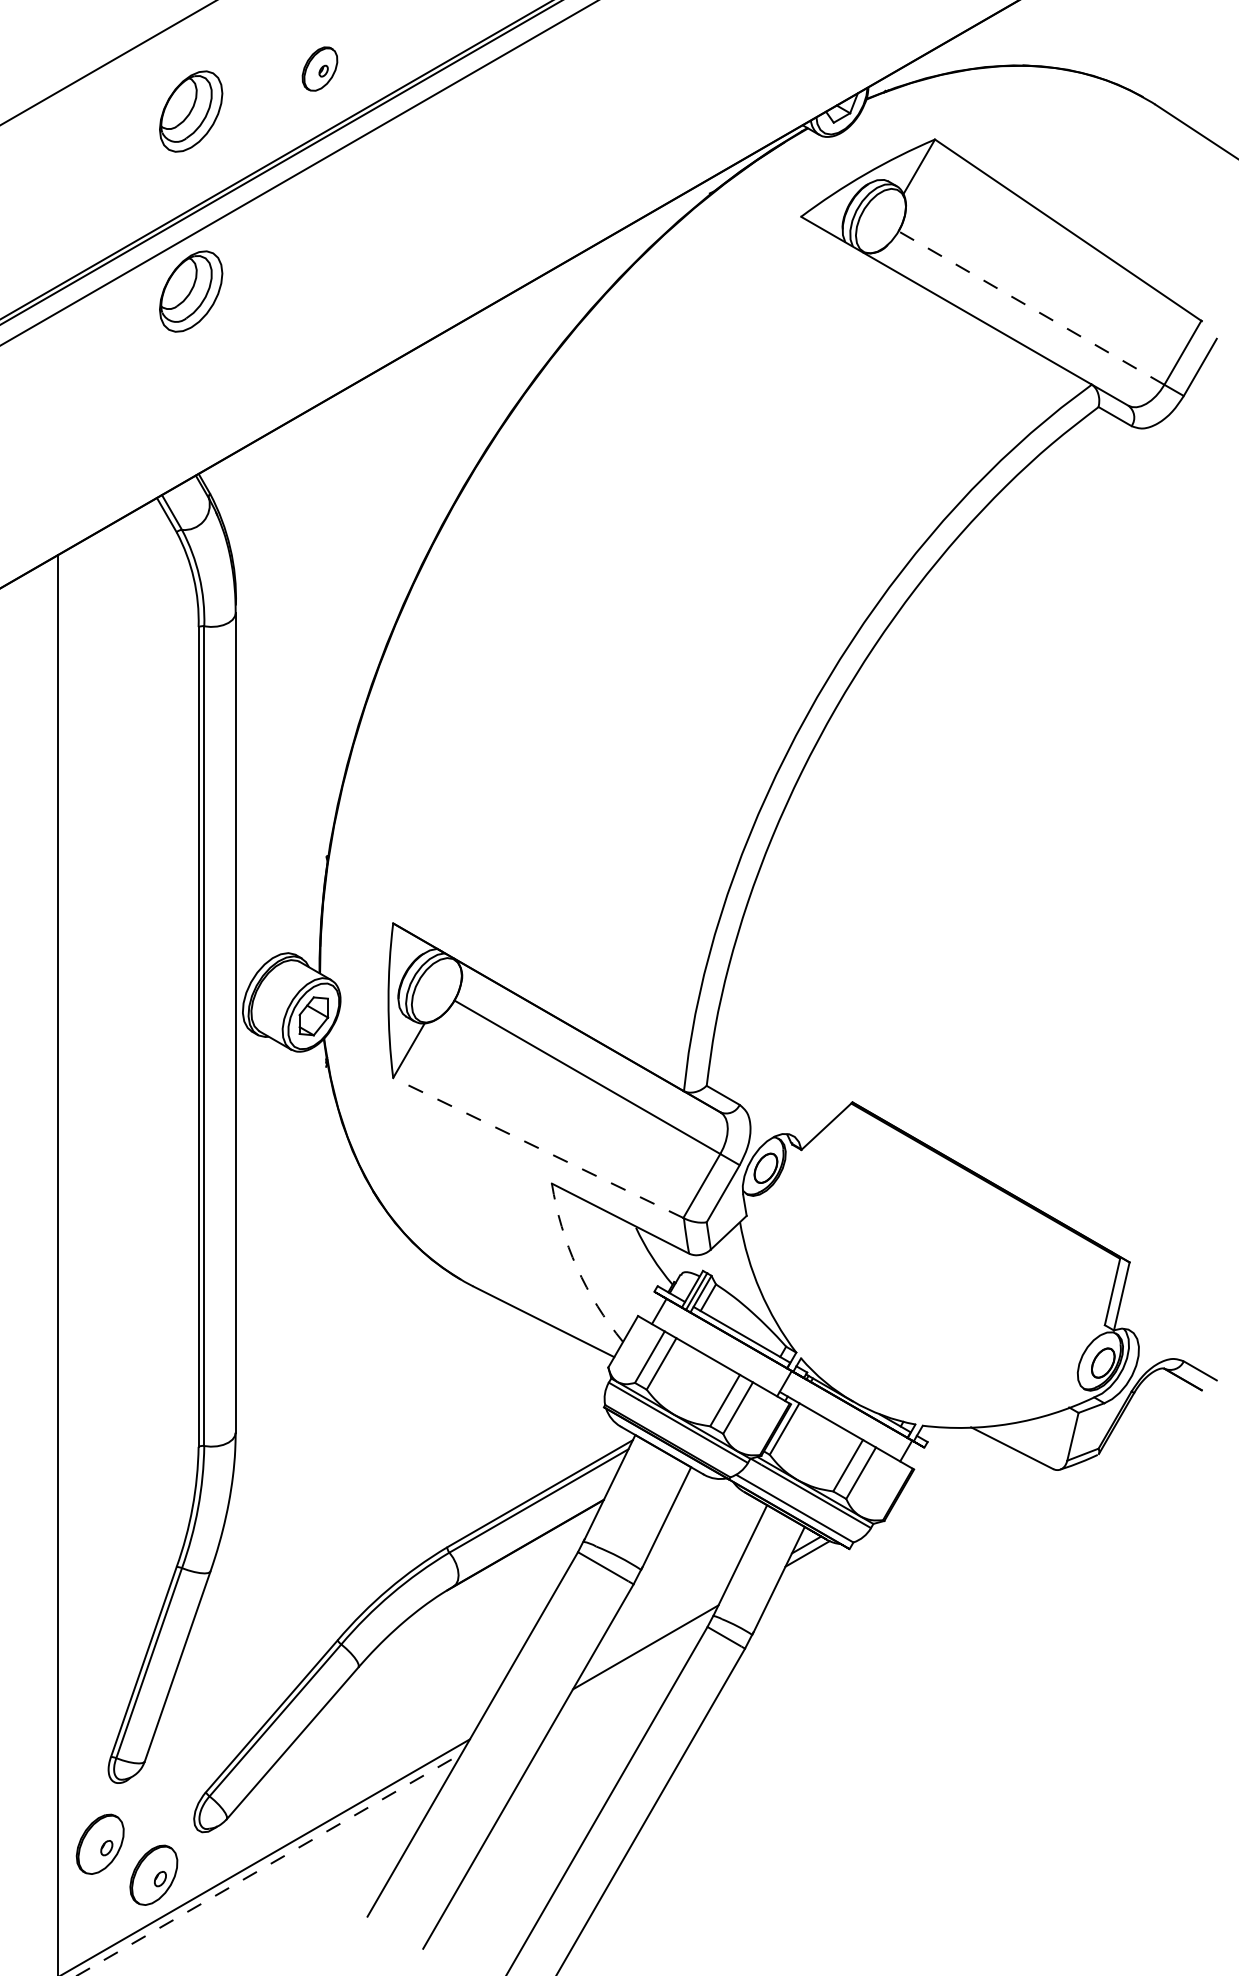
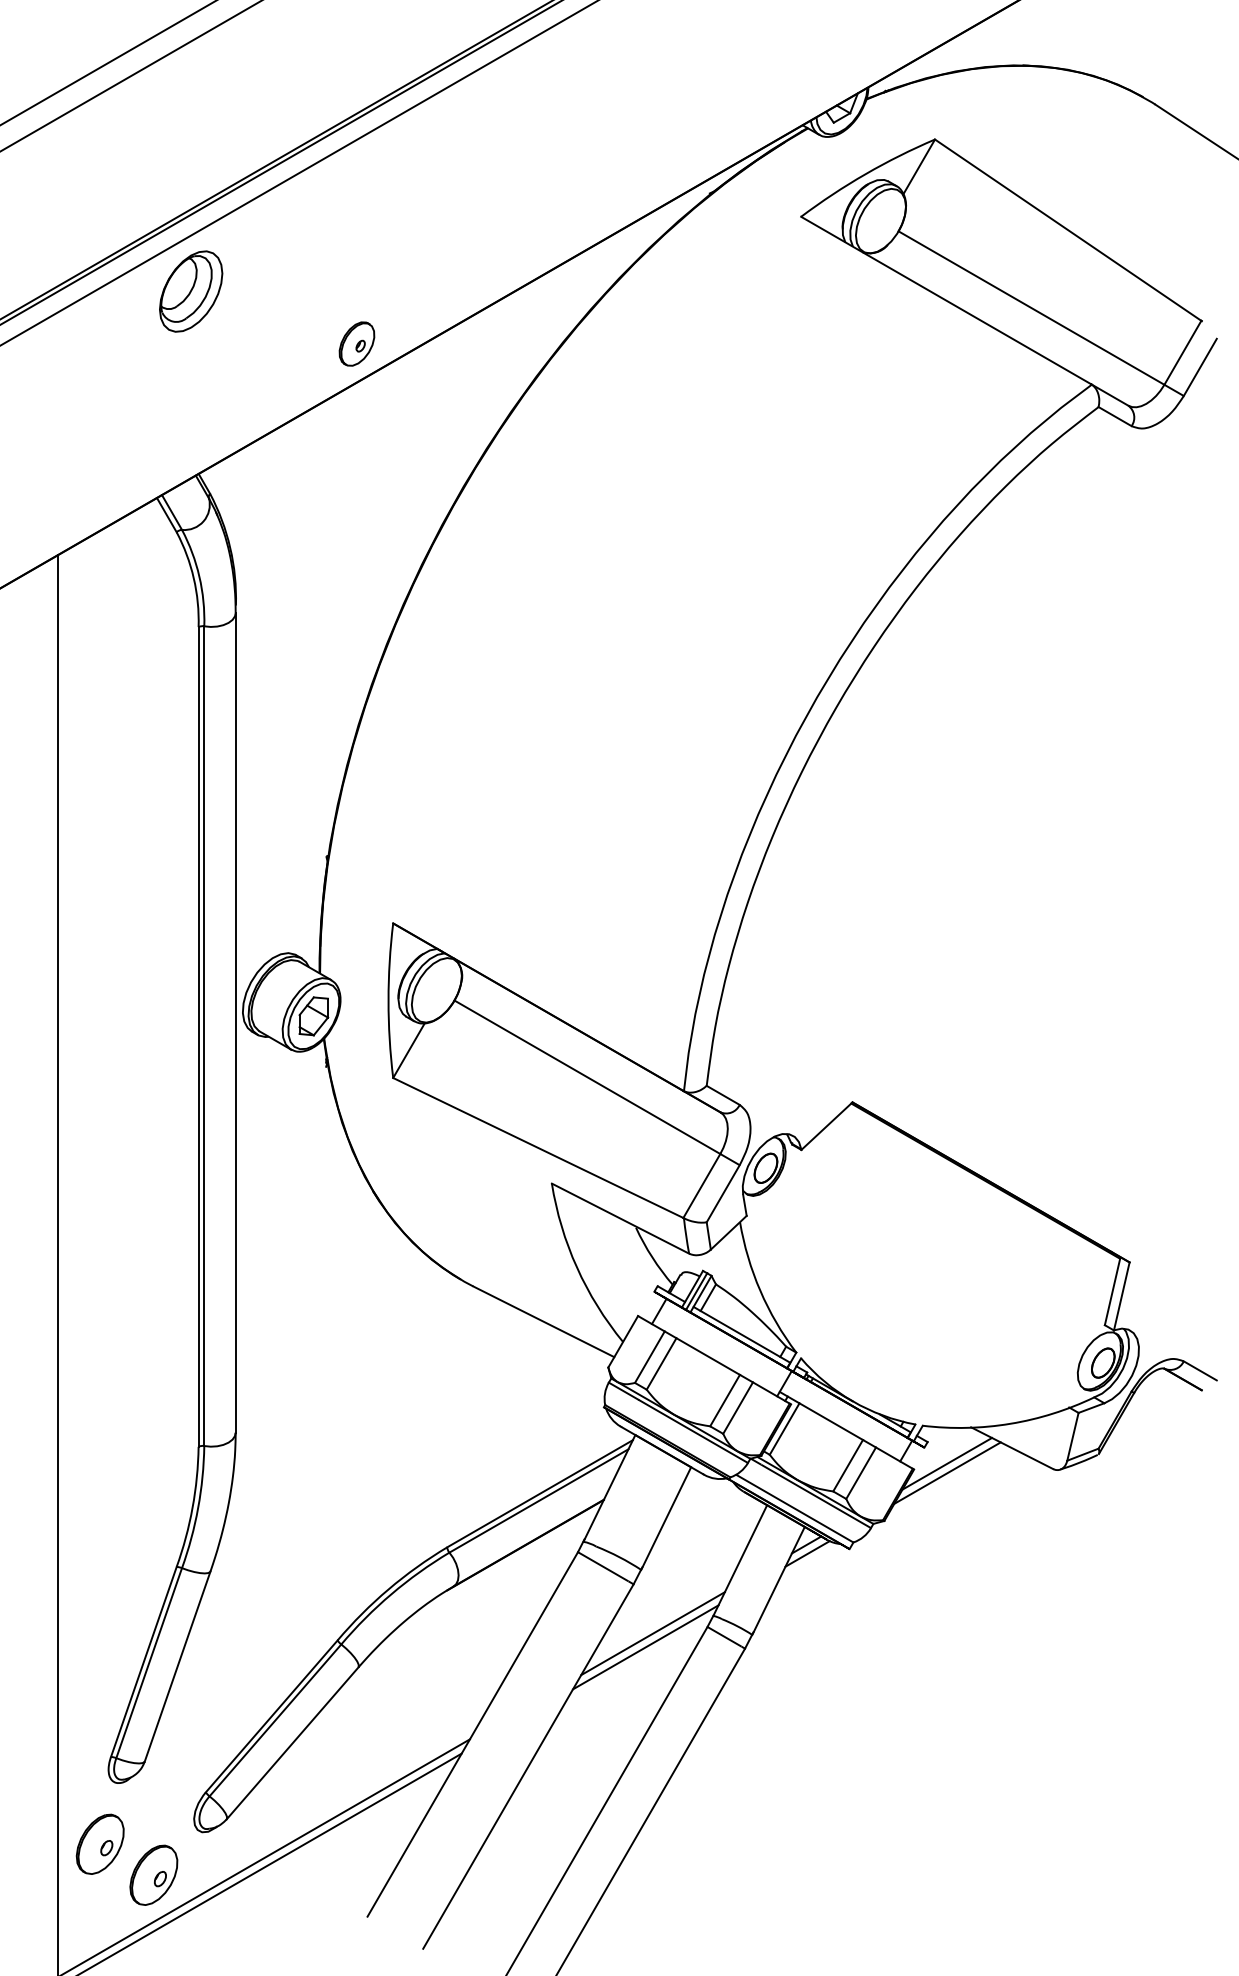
part at (319, 68) position: (319, 68) -> (356, 343)
line at (130, 76): none -> present
part at (191, 111): present -> none
line at (1031, 307): dashed -> solid
line at (537, 1147): dashed -> solid
arc at (576, 1267): dashed -> solid
line at (947, 1463): none -> present
line at (947, 1472): none -> present
line at (652, 1633): none -> present
line at (269, 1864): dashed -> solid
